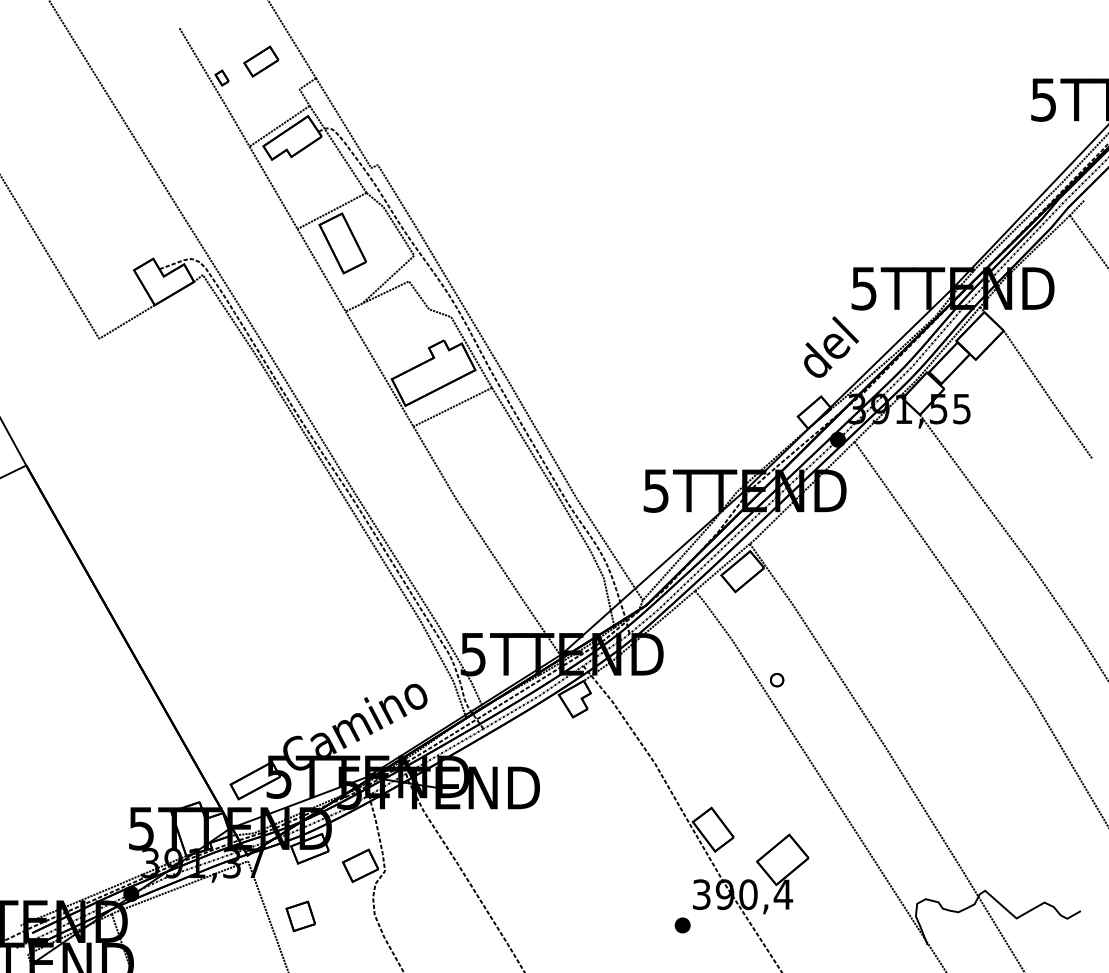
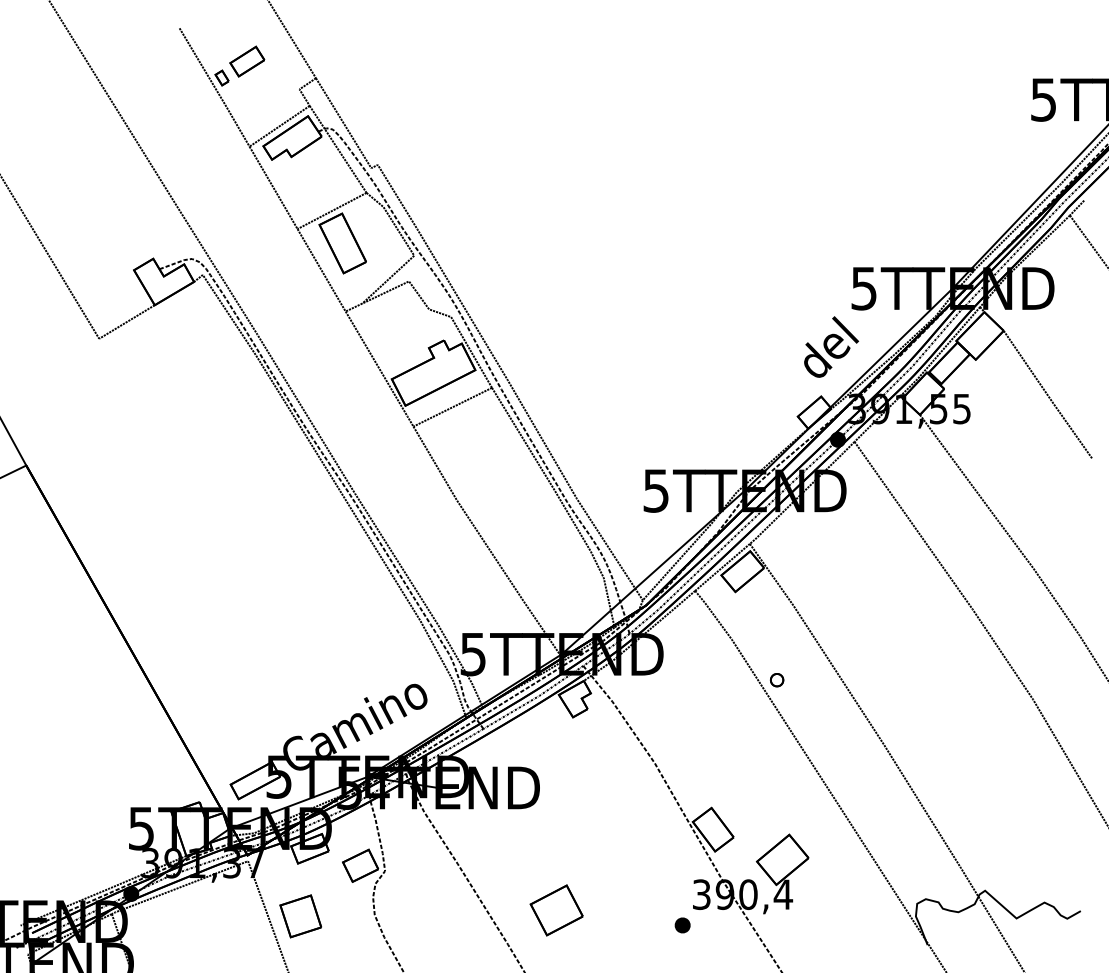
part at (261, 61) position: (261, 61) -> (247, 61)
part at (556, 910): none -> present
part at (300, 916) size: 31x33 px -> 44x45 px
